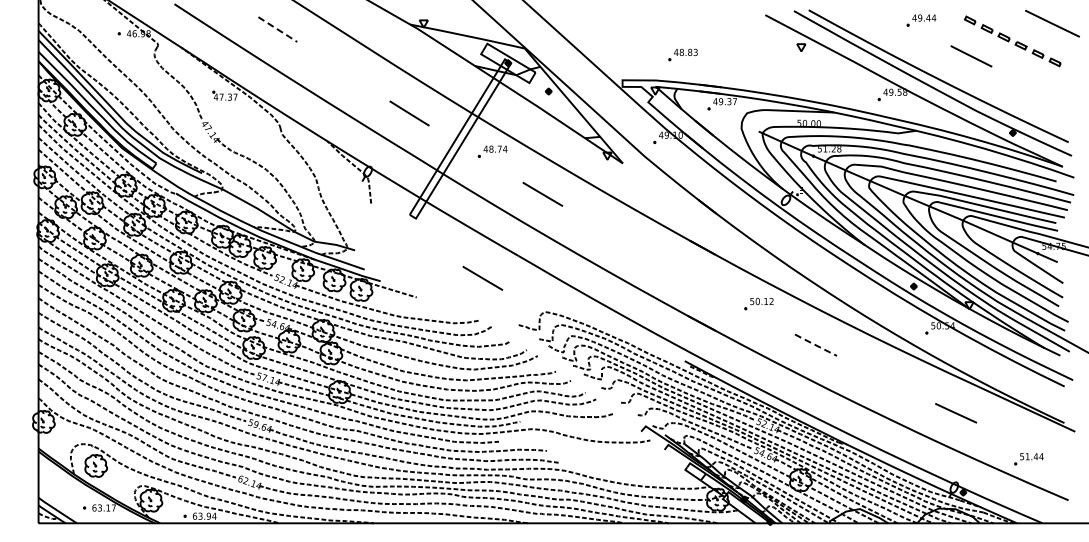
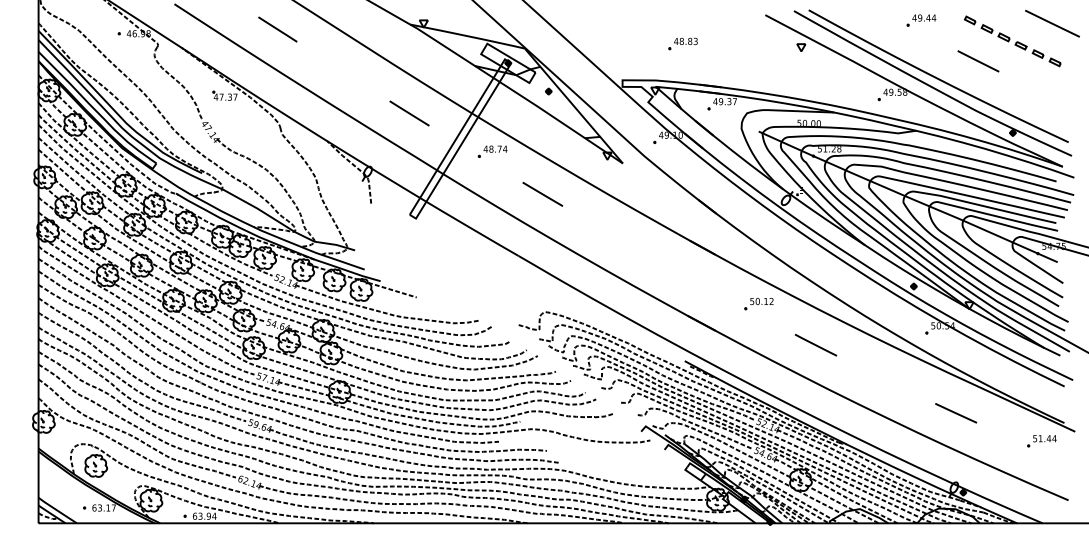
line at (277, 29): dashed -> solid
part at (682, 54) position: (682, 54) -> (682, 43)
line at (971, 56) position: (971, 56) -> (978, 61)
line at (482, 277): present -> none
line at (816, 345): dashed -> solid
part at (1028, 459) position: (1028, 459) -> (1041, 441)
